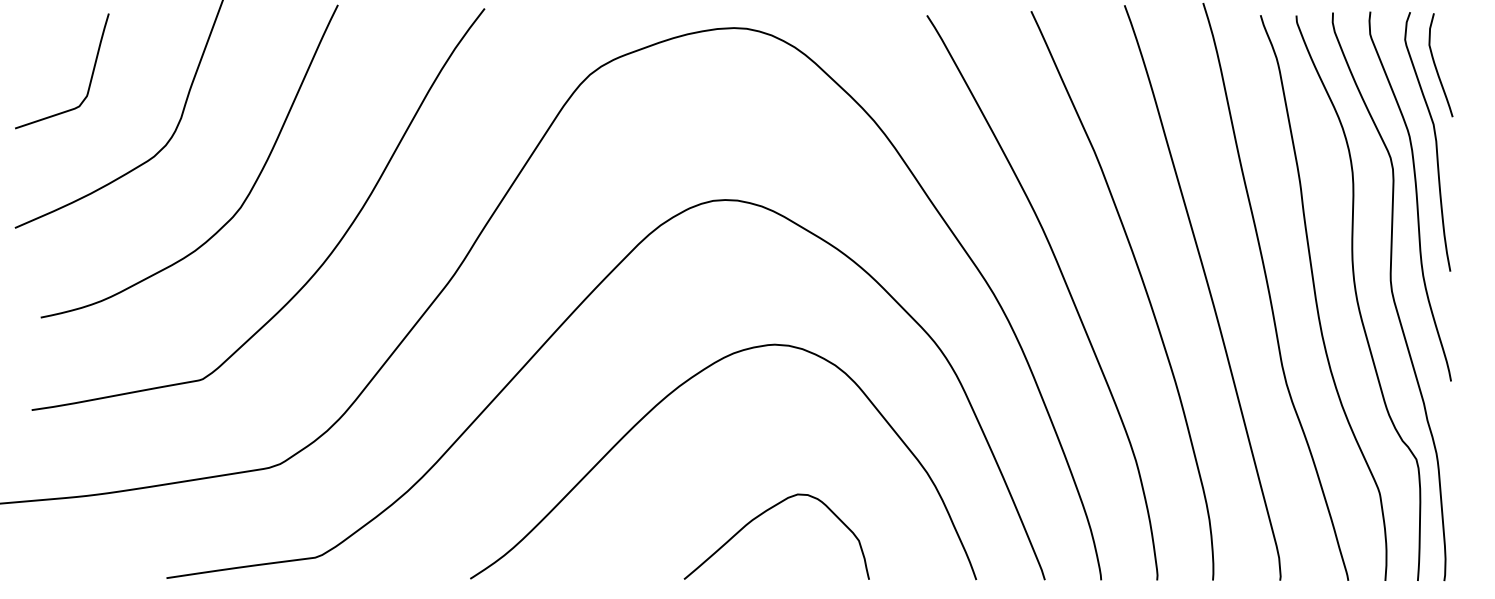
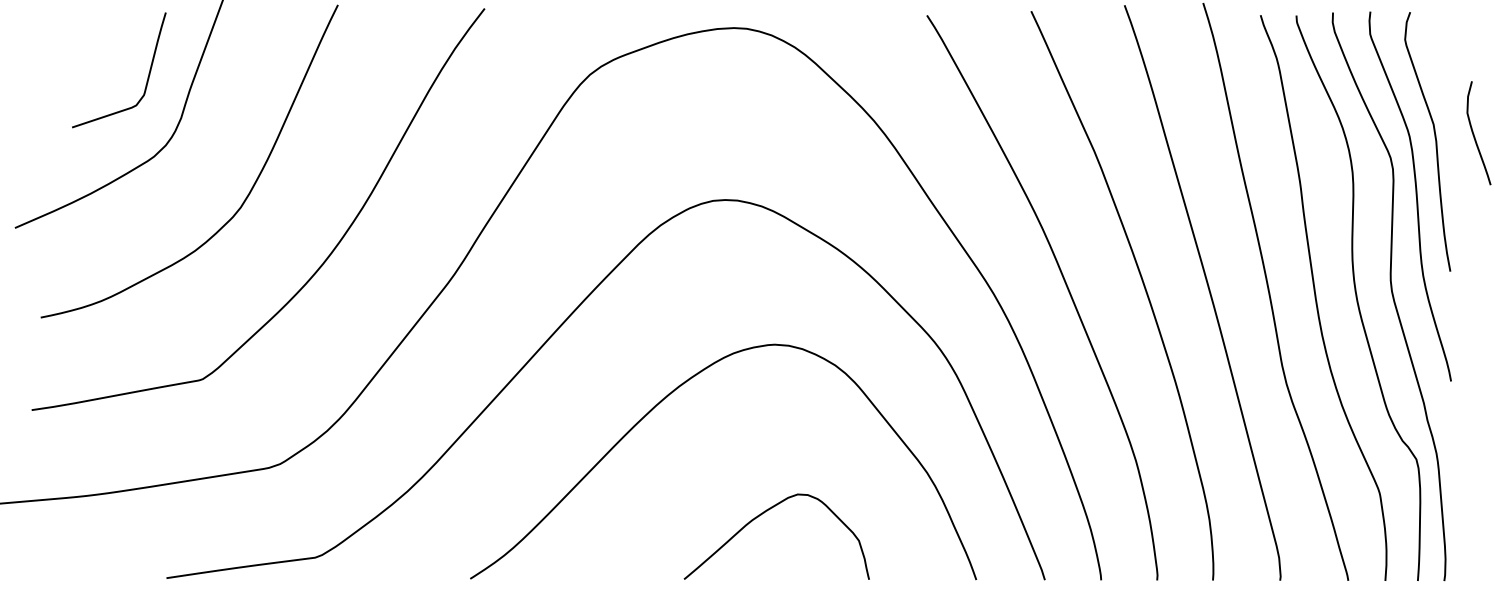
curve at (1436, 66) position: (1436, 66) -> (1474, 134)
curve at (90, 78) position: (90, 78) -> (147, 77)
